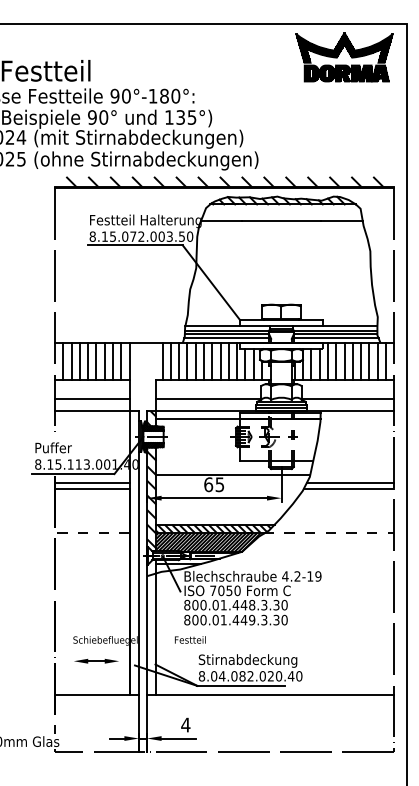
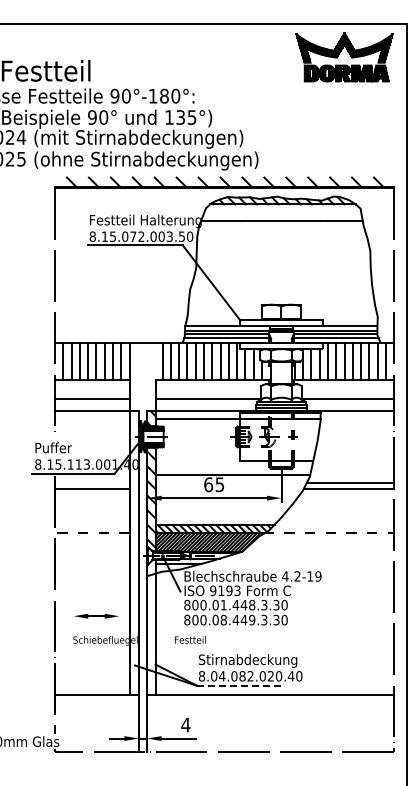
line at (92, 483): present -> none
text at (225, 590): 7050 -> 9193
text at (223, 619): 800.01.449.3.30 -> 800.08.449.3.30
part at (96, 661) position: (96, 661) -> (96, 616)
line at (241, 685): solid -> dashed
